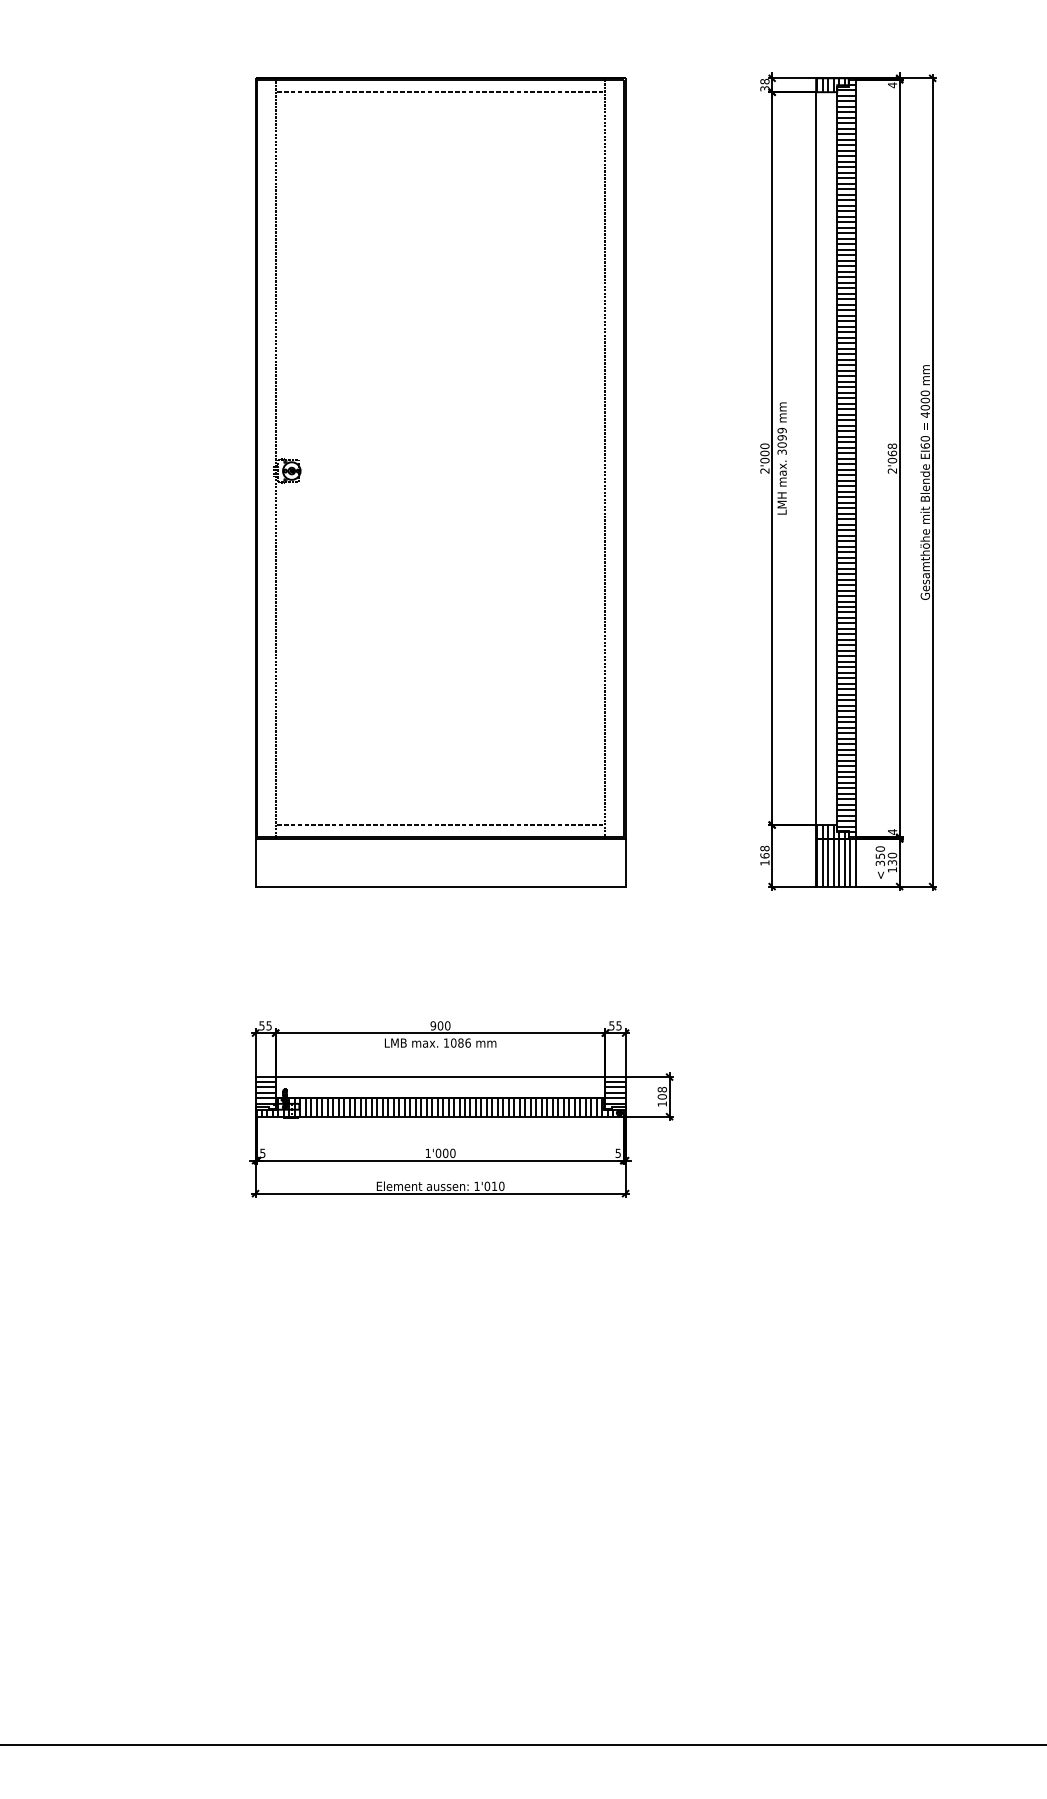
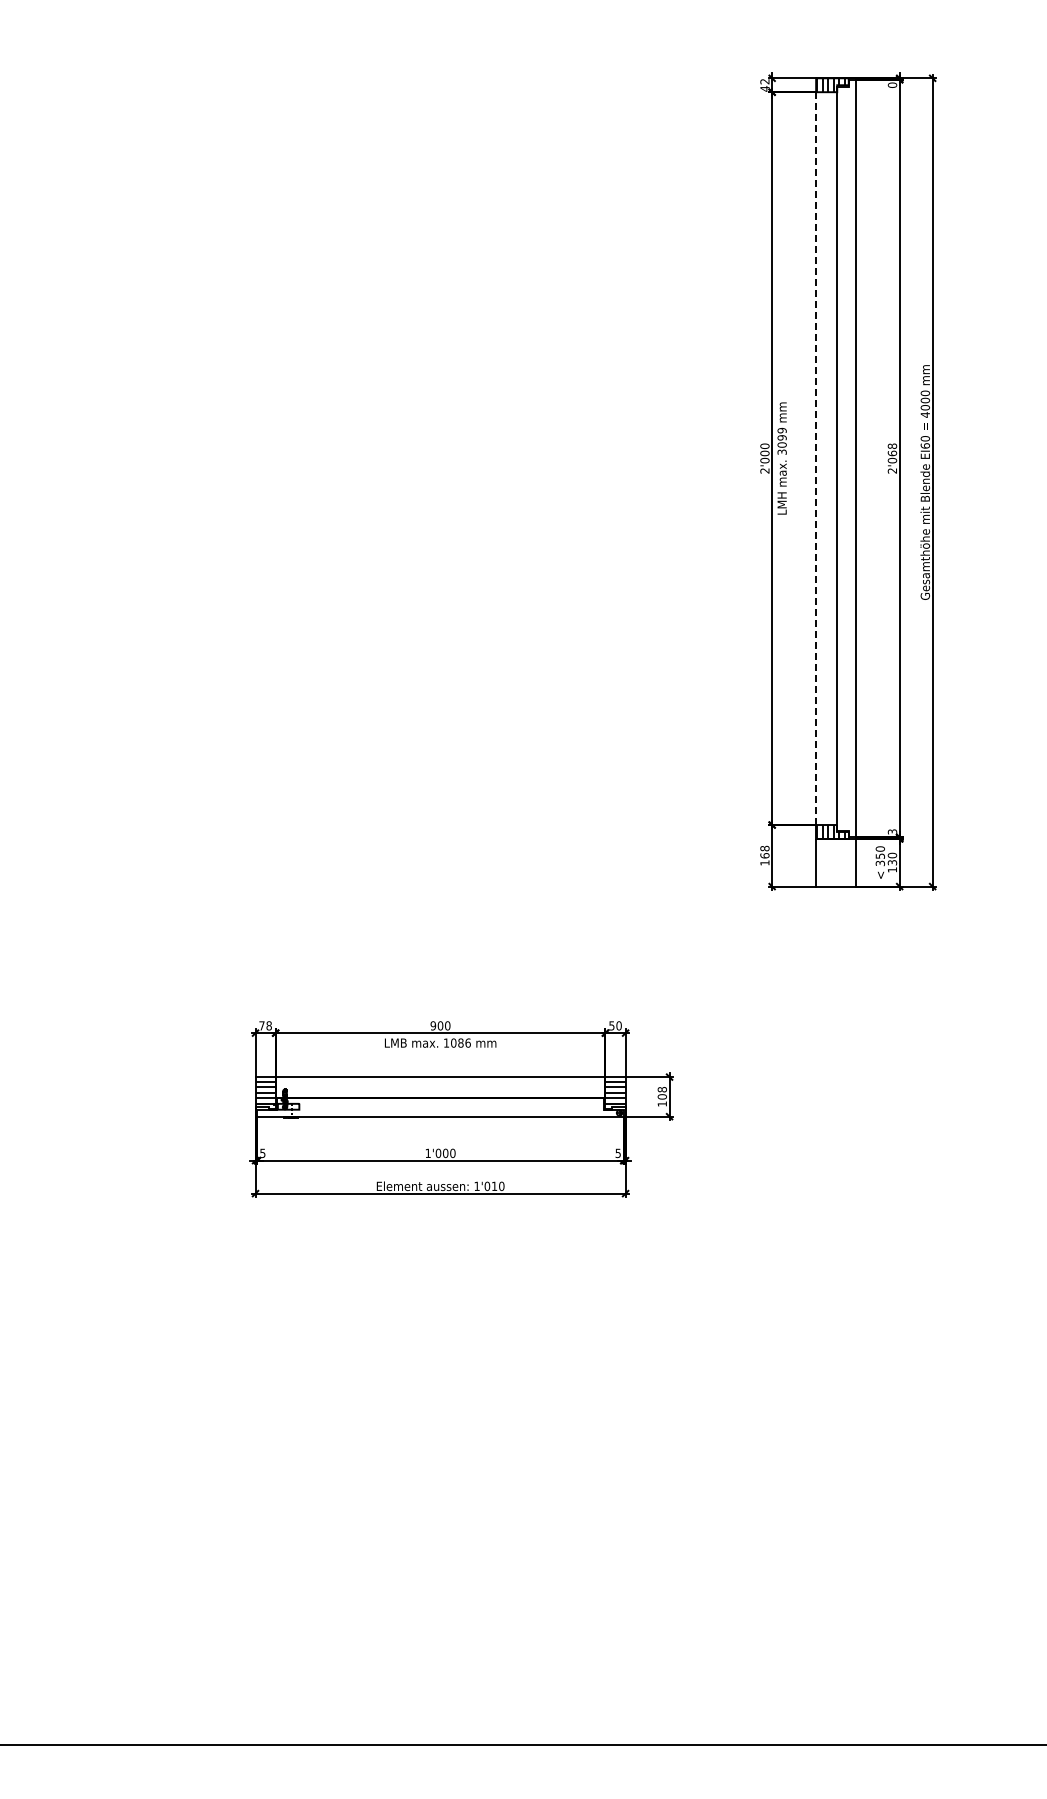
text at (764, 84): 38 -> 42
text at (892, 85): 4 -> 0
line at (816, 458): solid -> dashed
hatch at (846, 458): present -> none
part at (440, 482): present -> none
text at (892, 831): 4 -> 3
hatch at (833, 862): present -> none
text at (265, 1025): 55 -> 78
text at (618, 1025): 55 -> 50
hatch at (439, 1107): present -> none
